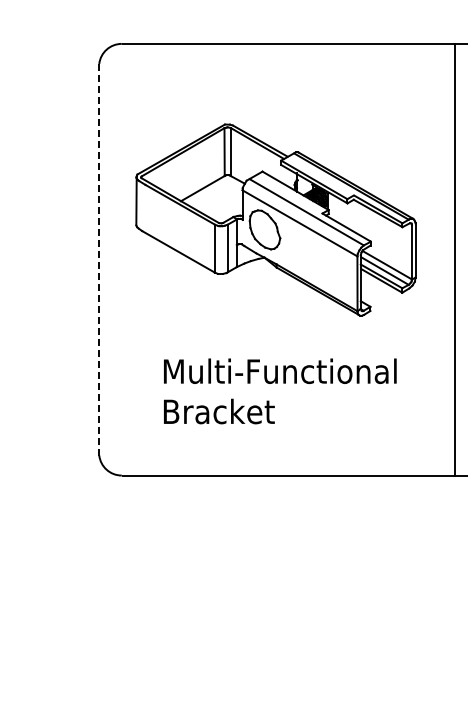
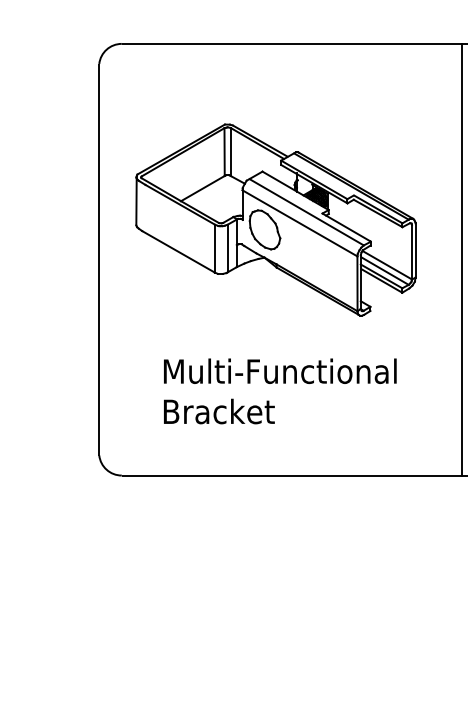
line at (99, 259): dashed -> solid
line at (454, 259) position: (454, 259) -> (461, 259)
